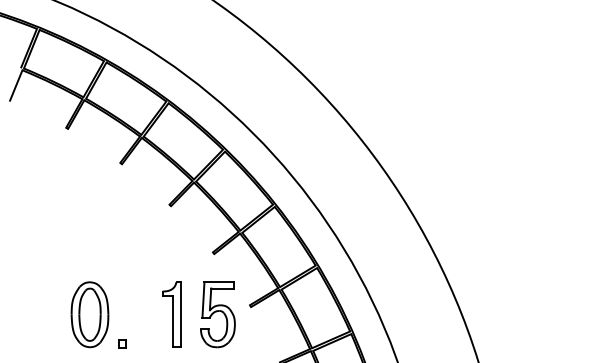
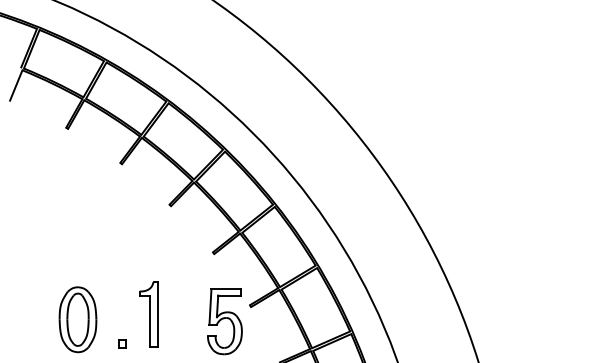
part at (89, 314) position: (89, 314) -> (77, 319)
part at (171, 314) position: (171, 314) -> (148, 314)
part at (217, 314) position: (217, 314) -> (224, 321)
